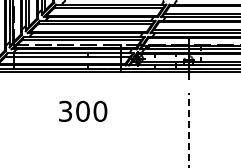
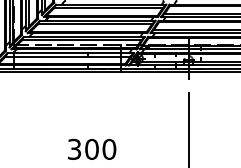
text at (83, 110) position: (83, 110) -> (92, 148)
line at (188, 129): dashed -> solid
